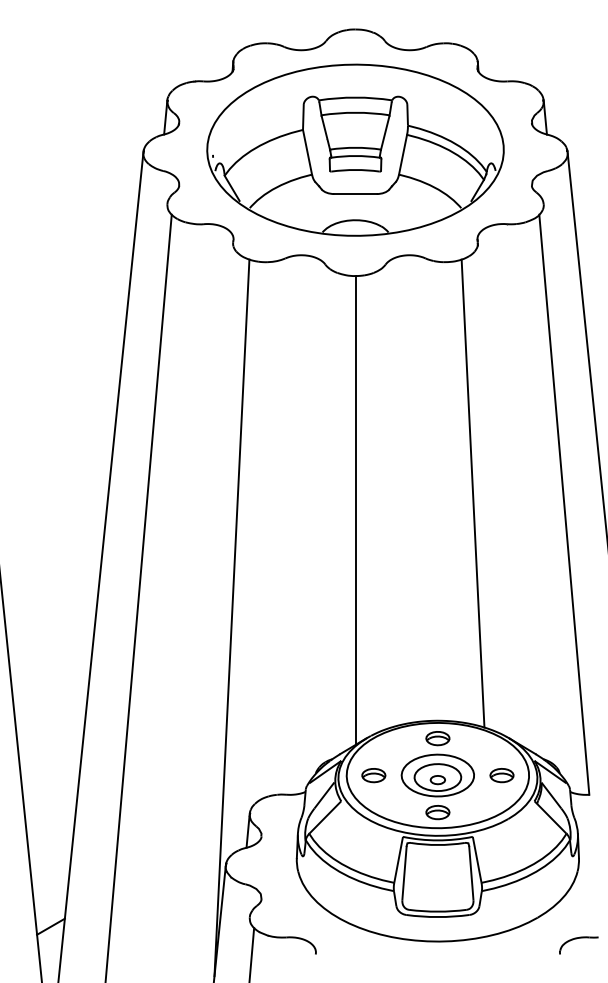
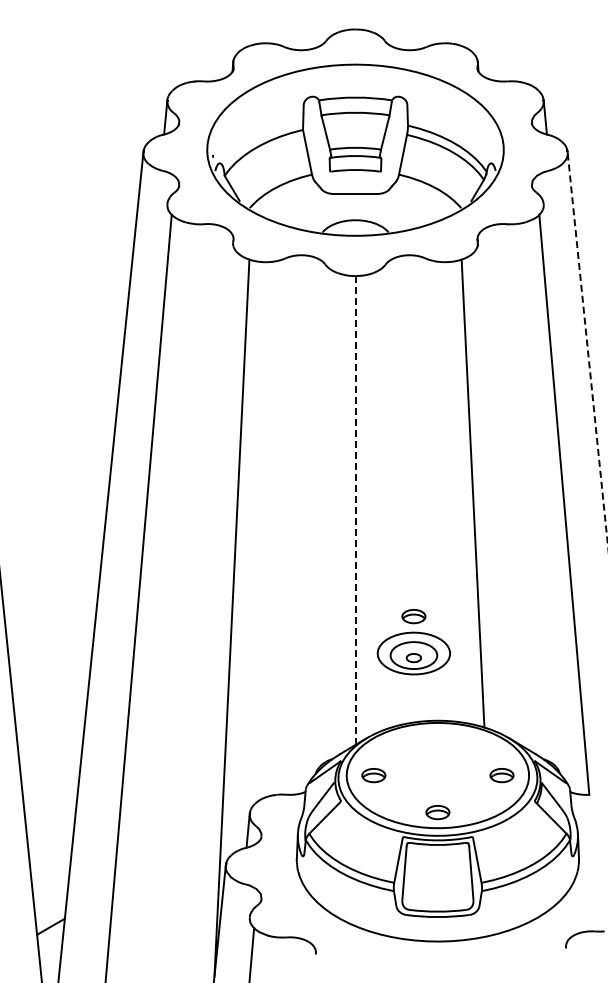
line at (587, 349): solid -> dashed
line at (355, 510): solid -> dashed
part at (437, 764) position: (437, 764) -> (413, 642)
part at (576, 939) position: (576, 939) -> (582, 933)
